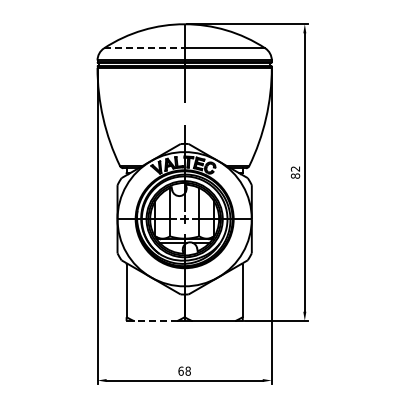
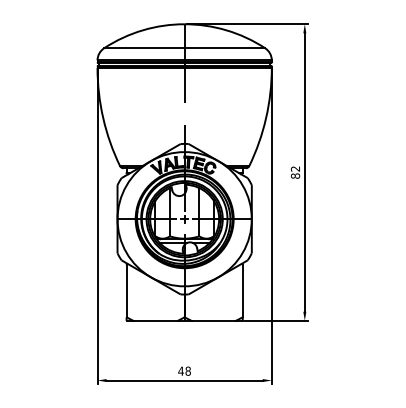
line at (144, 48): dashed -> solid
line at (155, 320): dashed -> solid
text at (180, 370): 68 -> 48
